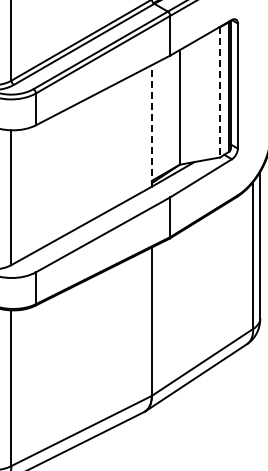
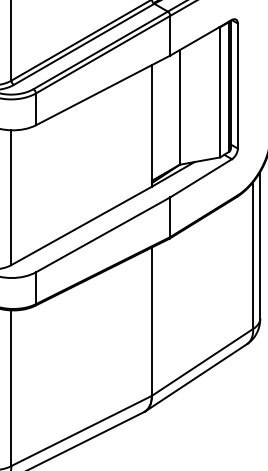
line at (220, 92): dashed -> solid
line at (151, 125): dashed -> solid
